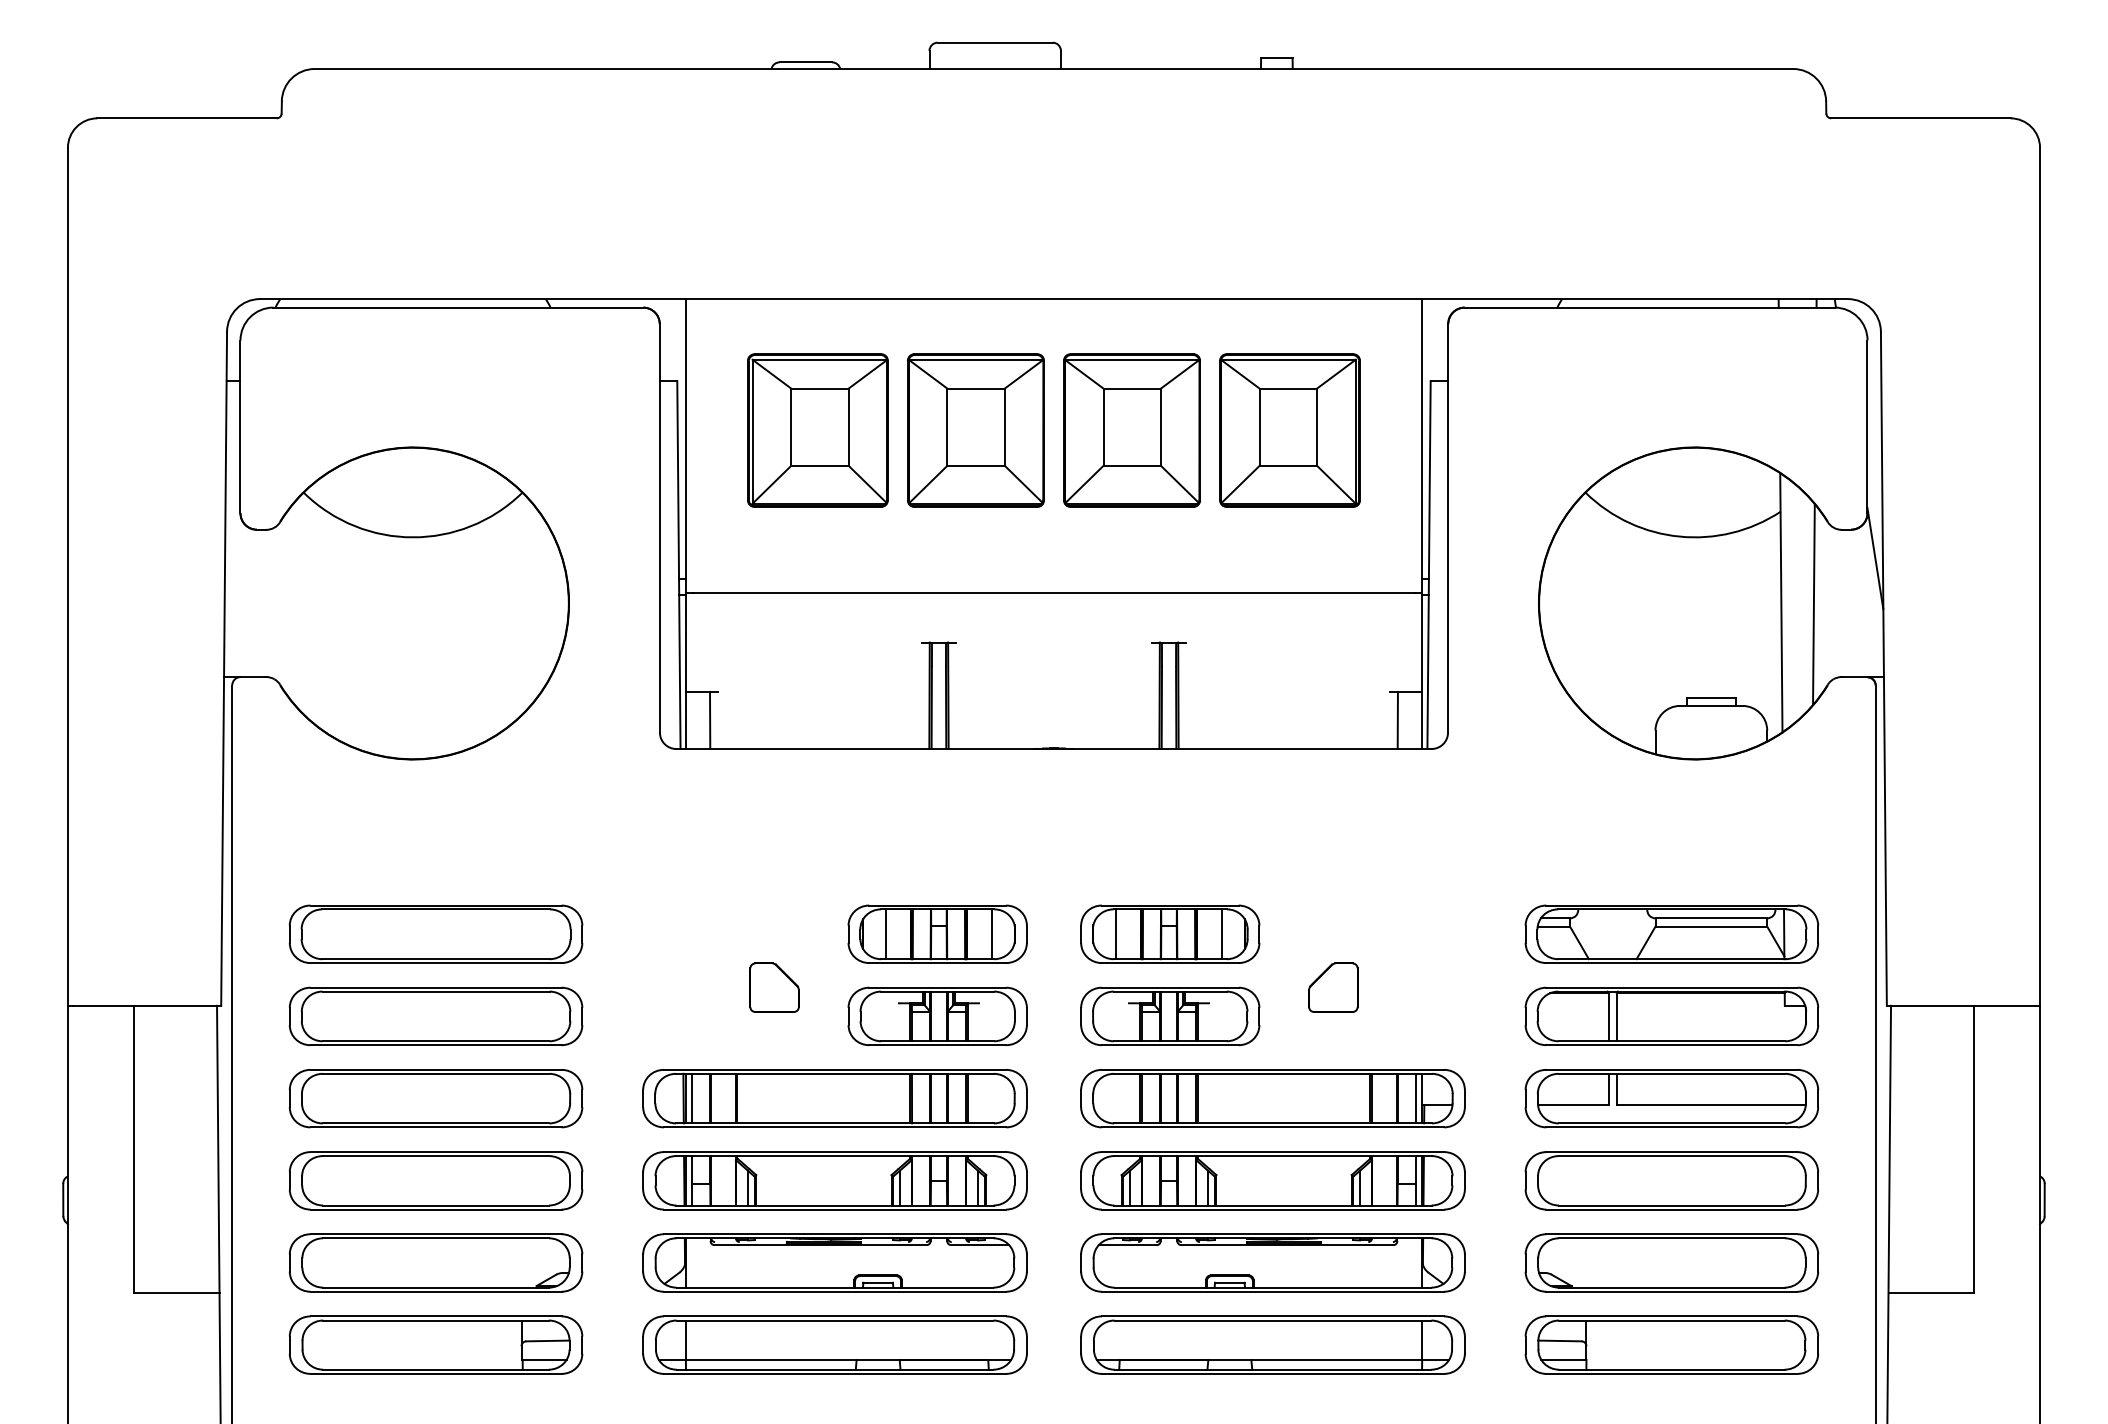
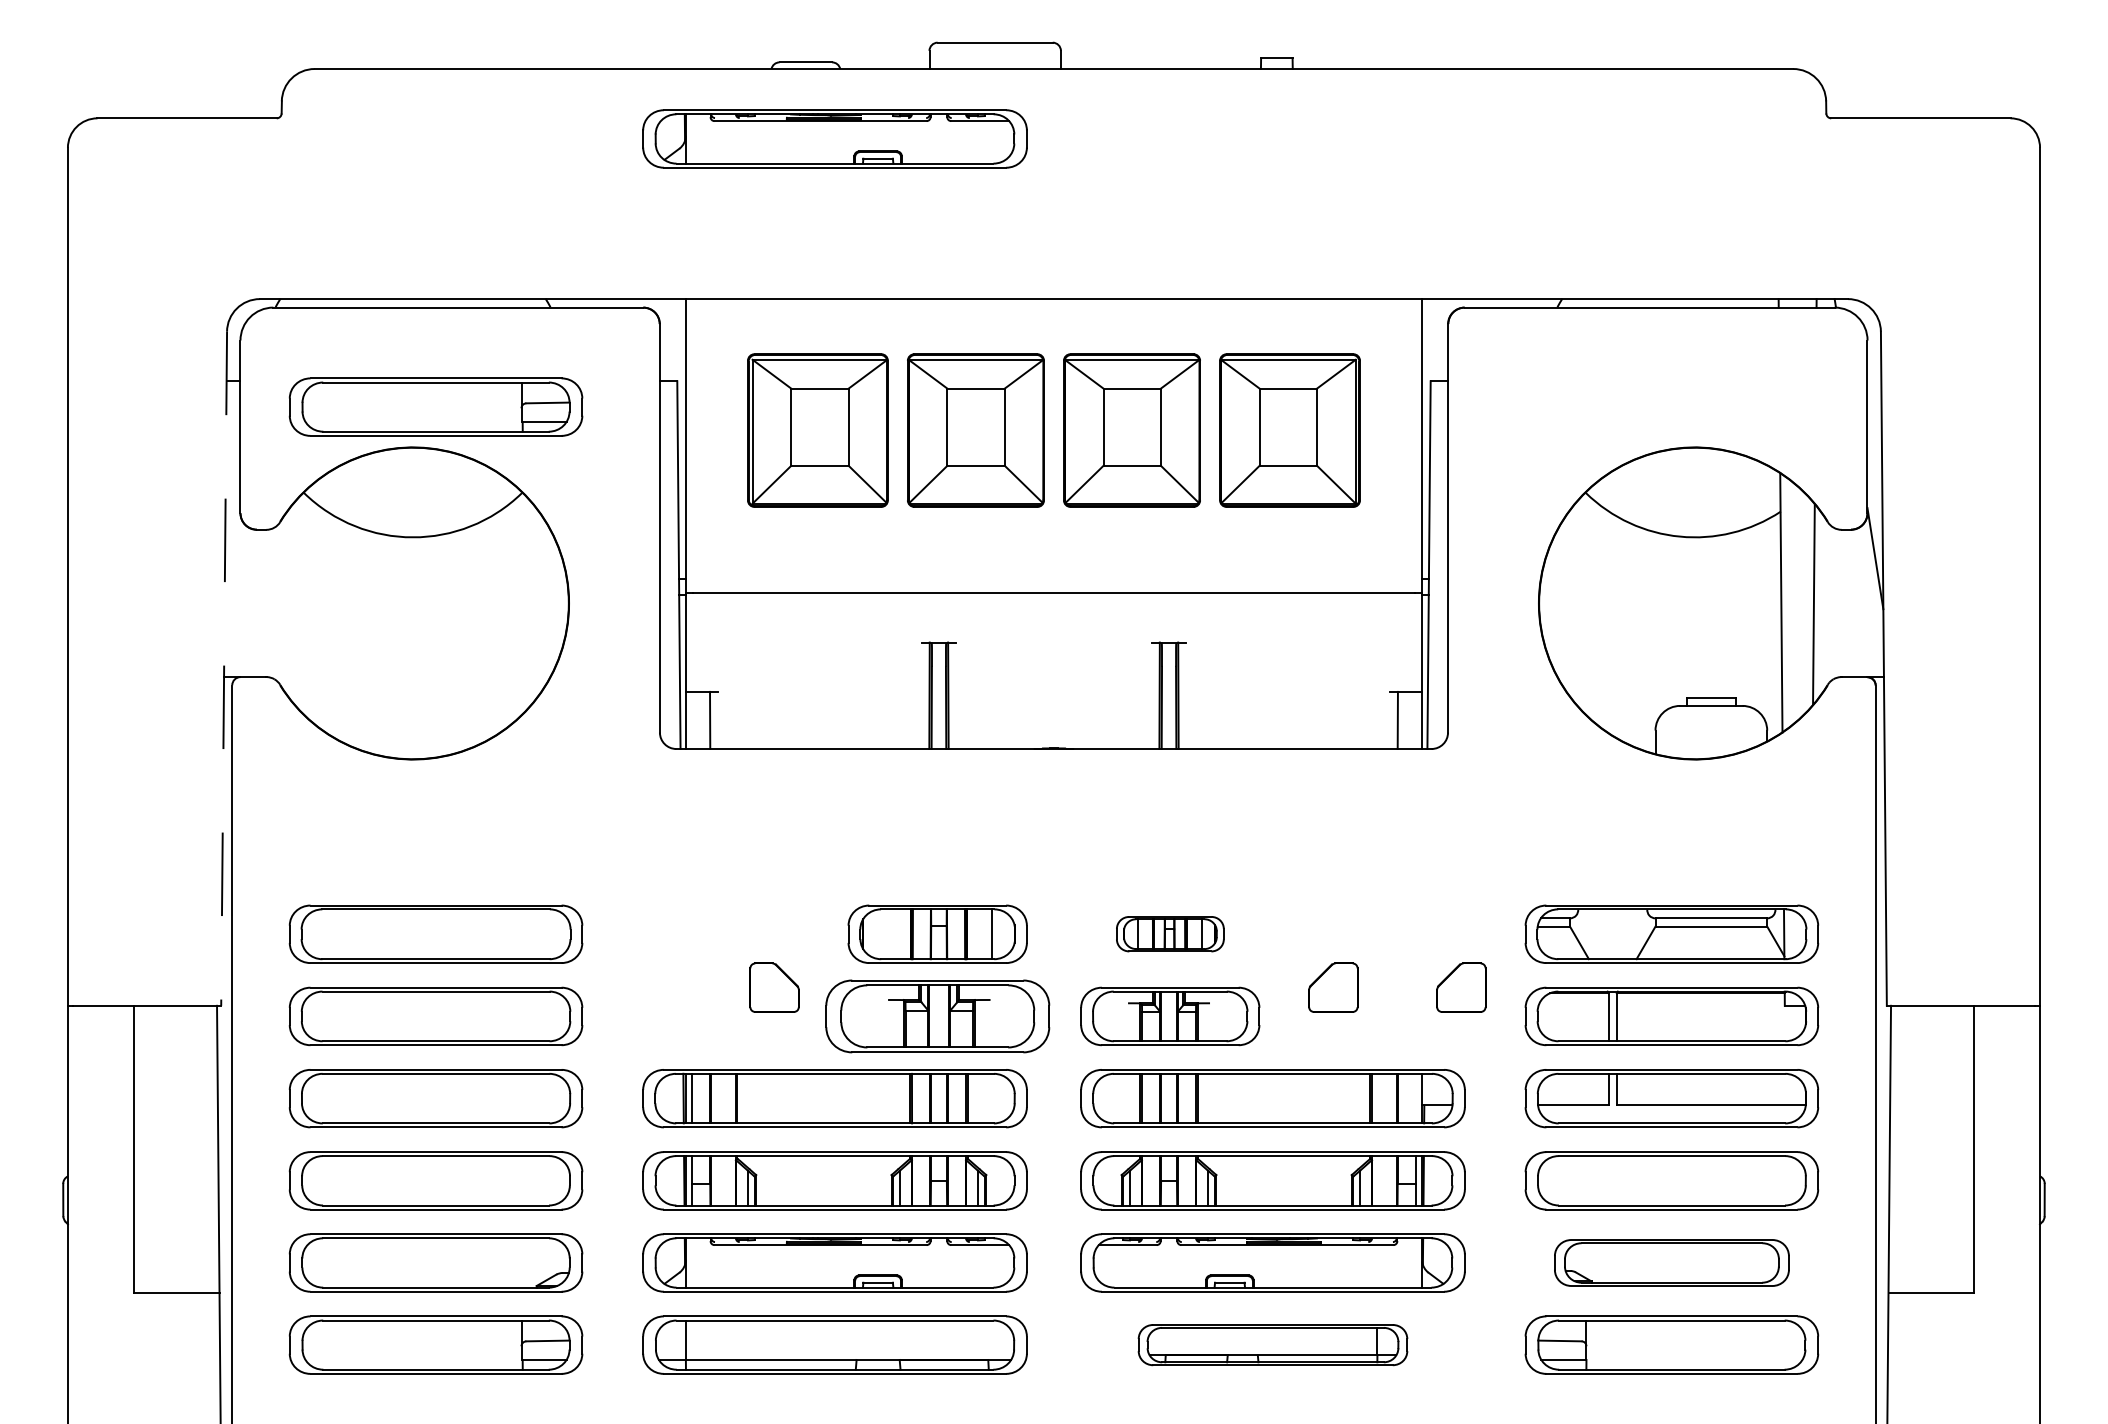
part at (834, 138): none -> present
part at (435, 406): none -> present
line at (224, 669): solid -> dashed
part at (1170, 933) size: 181x60 px -> 109x37 px
line at (885, 934): present -> none
part at (1461, 987): none -> present
part at (937, 1016) size: 181x61 px -> 226x75 px
line at (1416, 1098): present -> none
part at (1671, 1262) size: 296x60 px -> 236x48 px
part at (1272, 1344) size: 386x60 px -> 272x43 px
